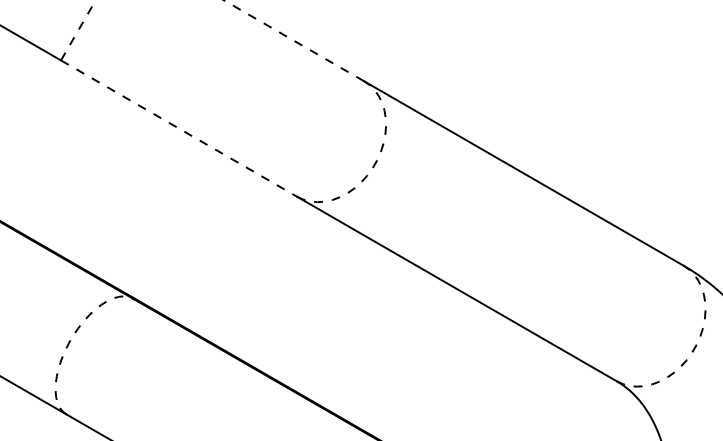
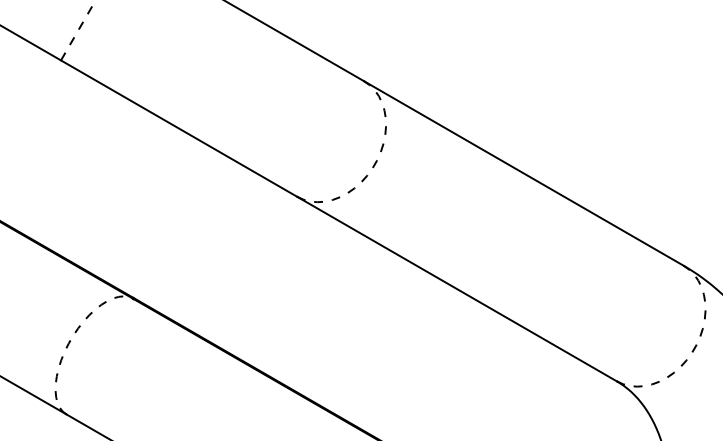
line at (293, 40): dashed -> solid
line at (179, 128): dashed -> solid
